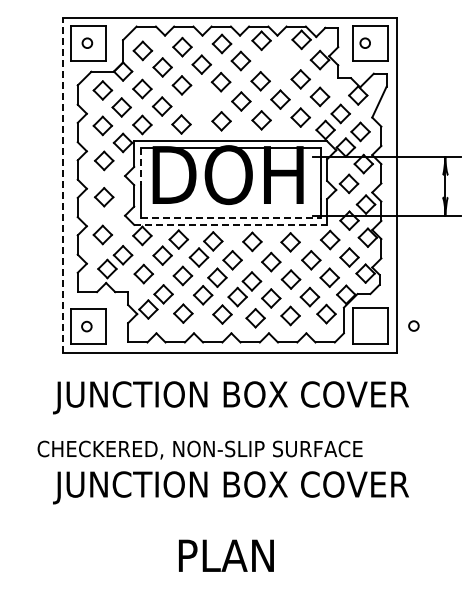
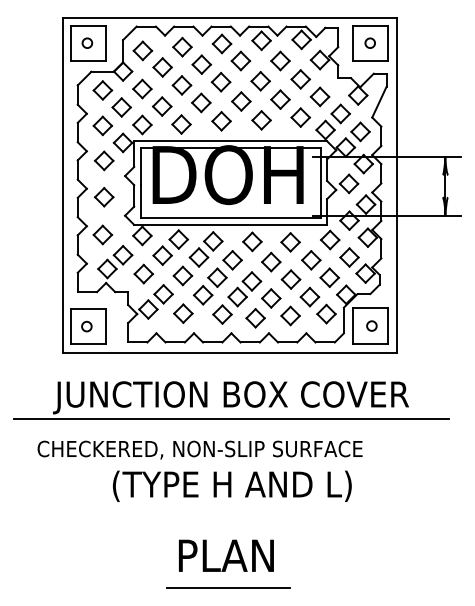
circle at (364, 42) position: (364, 42) -> (369, 42)
part at (280, 60): none -> present
part at (201, 102): none -> present
line at (140, 166): dashed -> solid
line at (62, 184): dashed -> solid
line at (231, 218): dashed -> solid
line at (231, 224): dashed -> solid
circle at (413, 325) position: (413, 325) -> (371, 325)
line at (231, 418): none -> present
text at (230, 487): JUNCTION BOX COVER -> (TYPE H AND L)
line at (227, 587): none -> present
